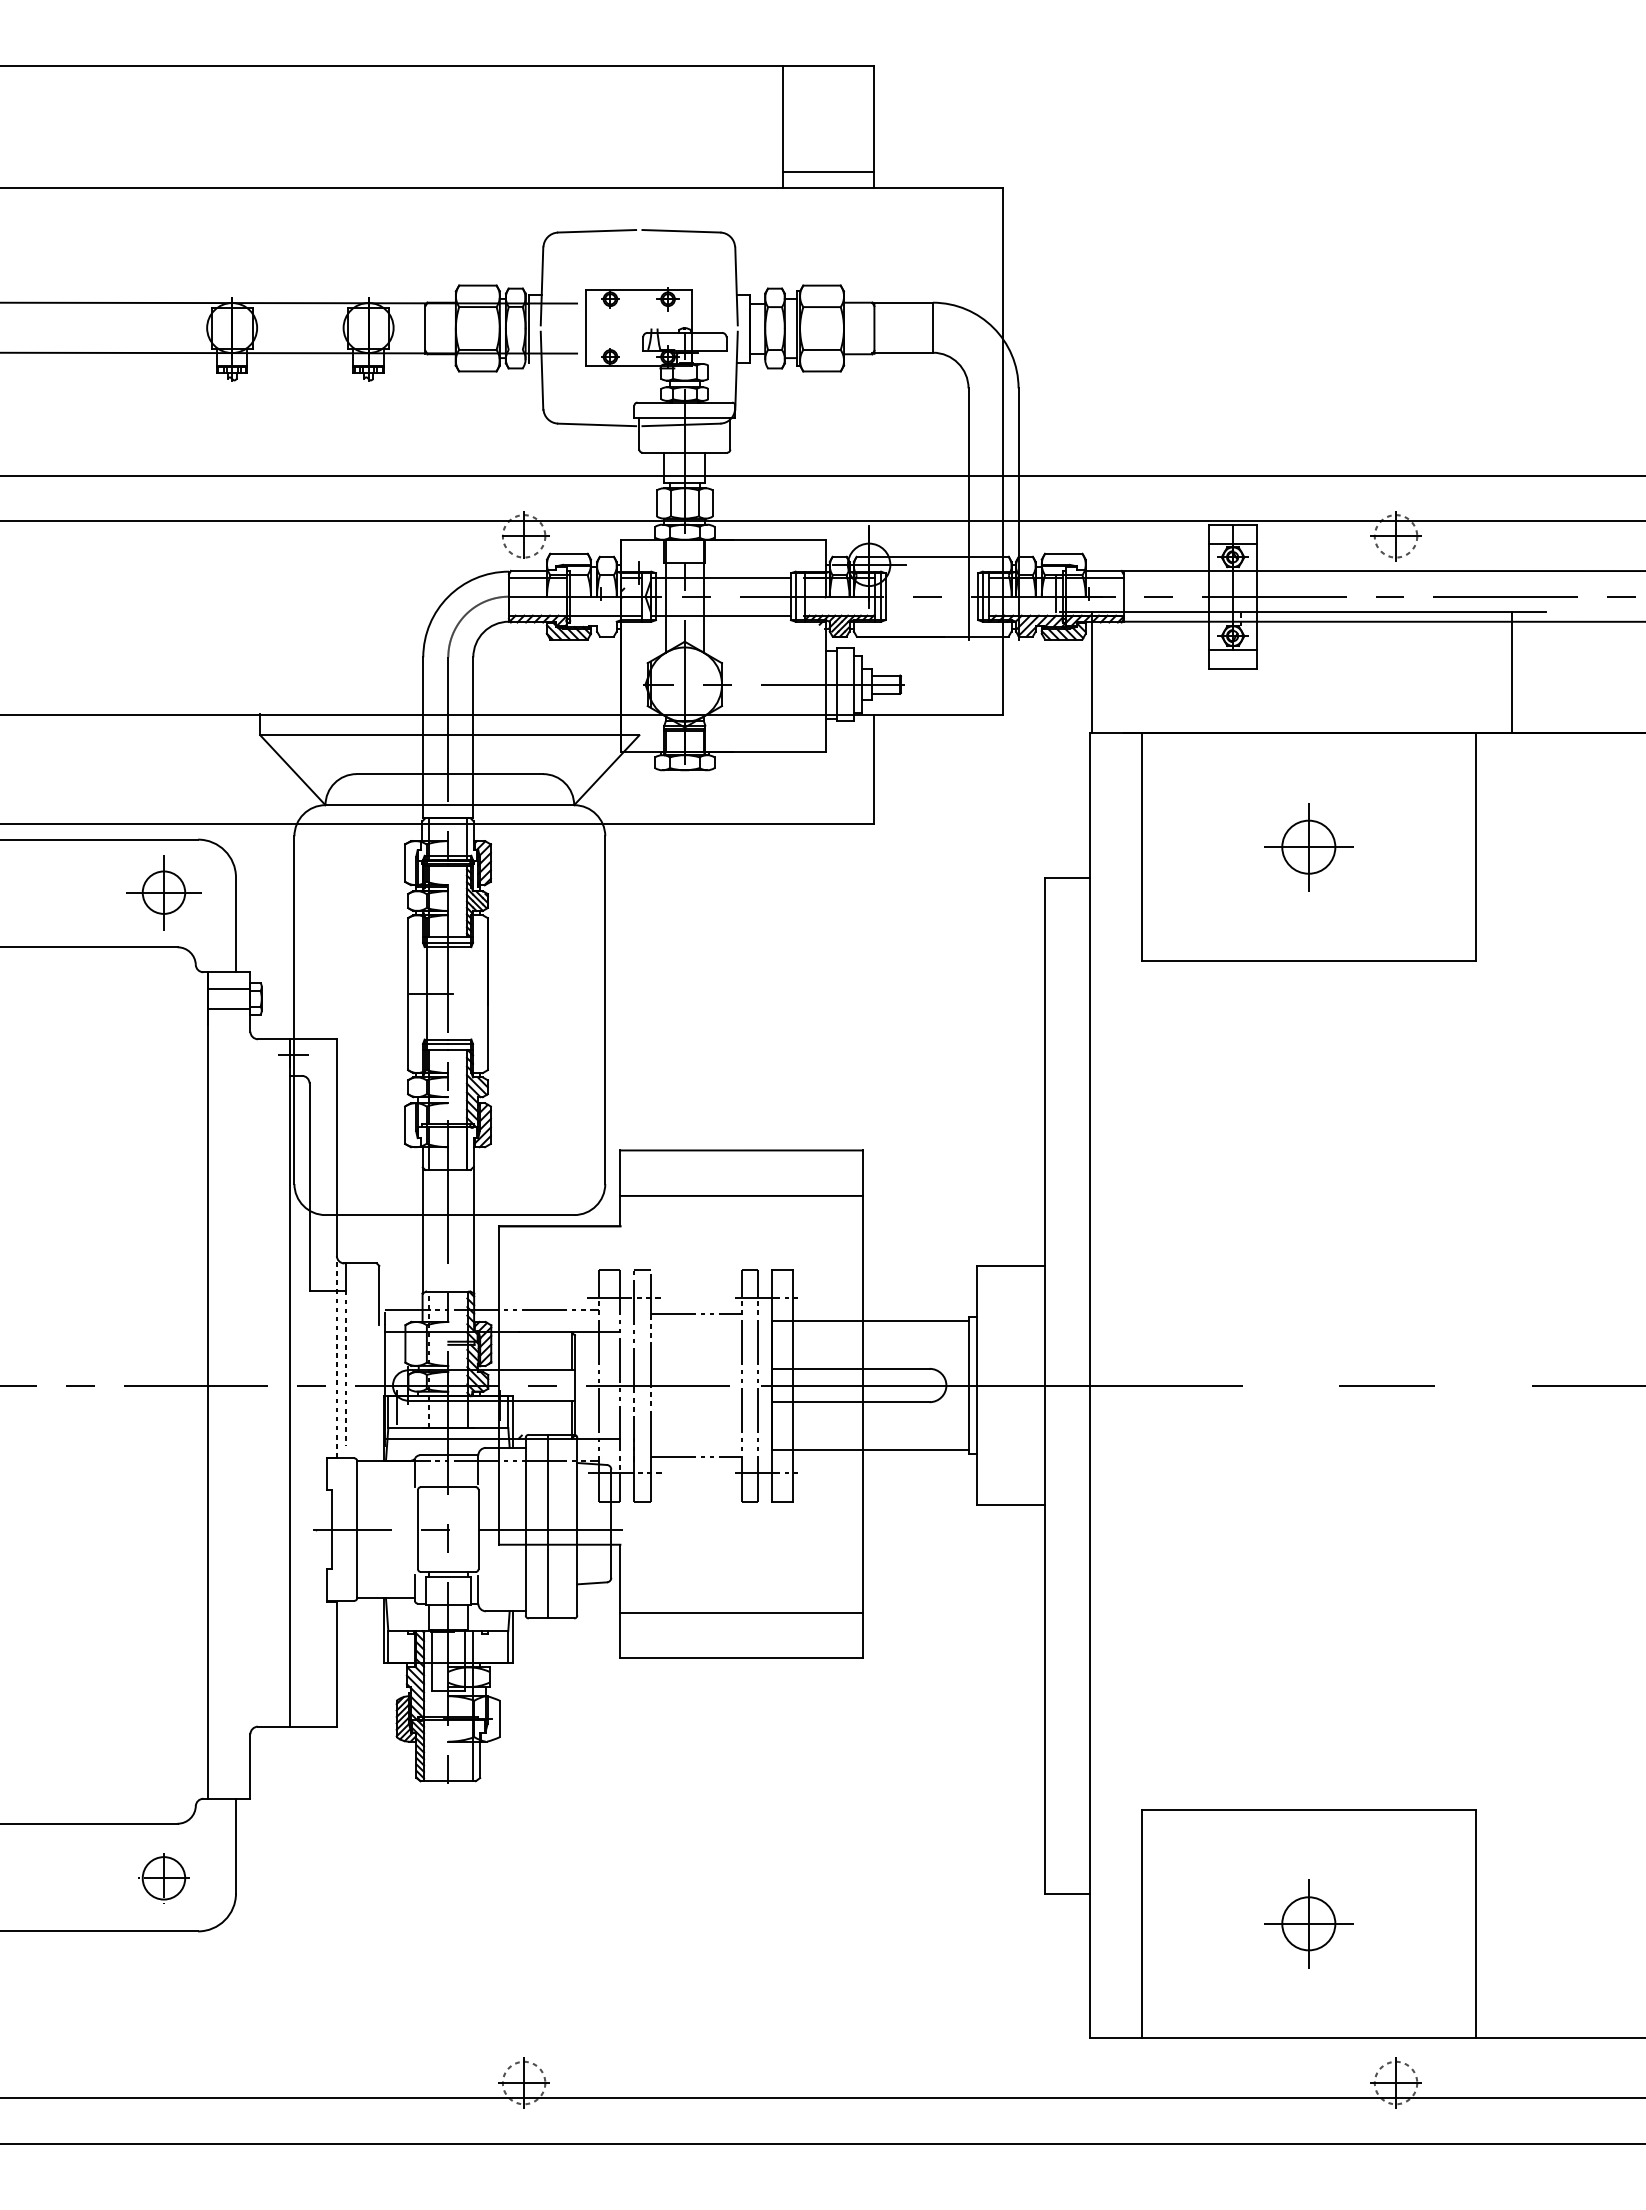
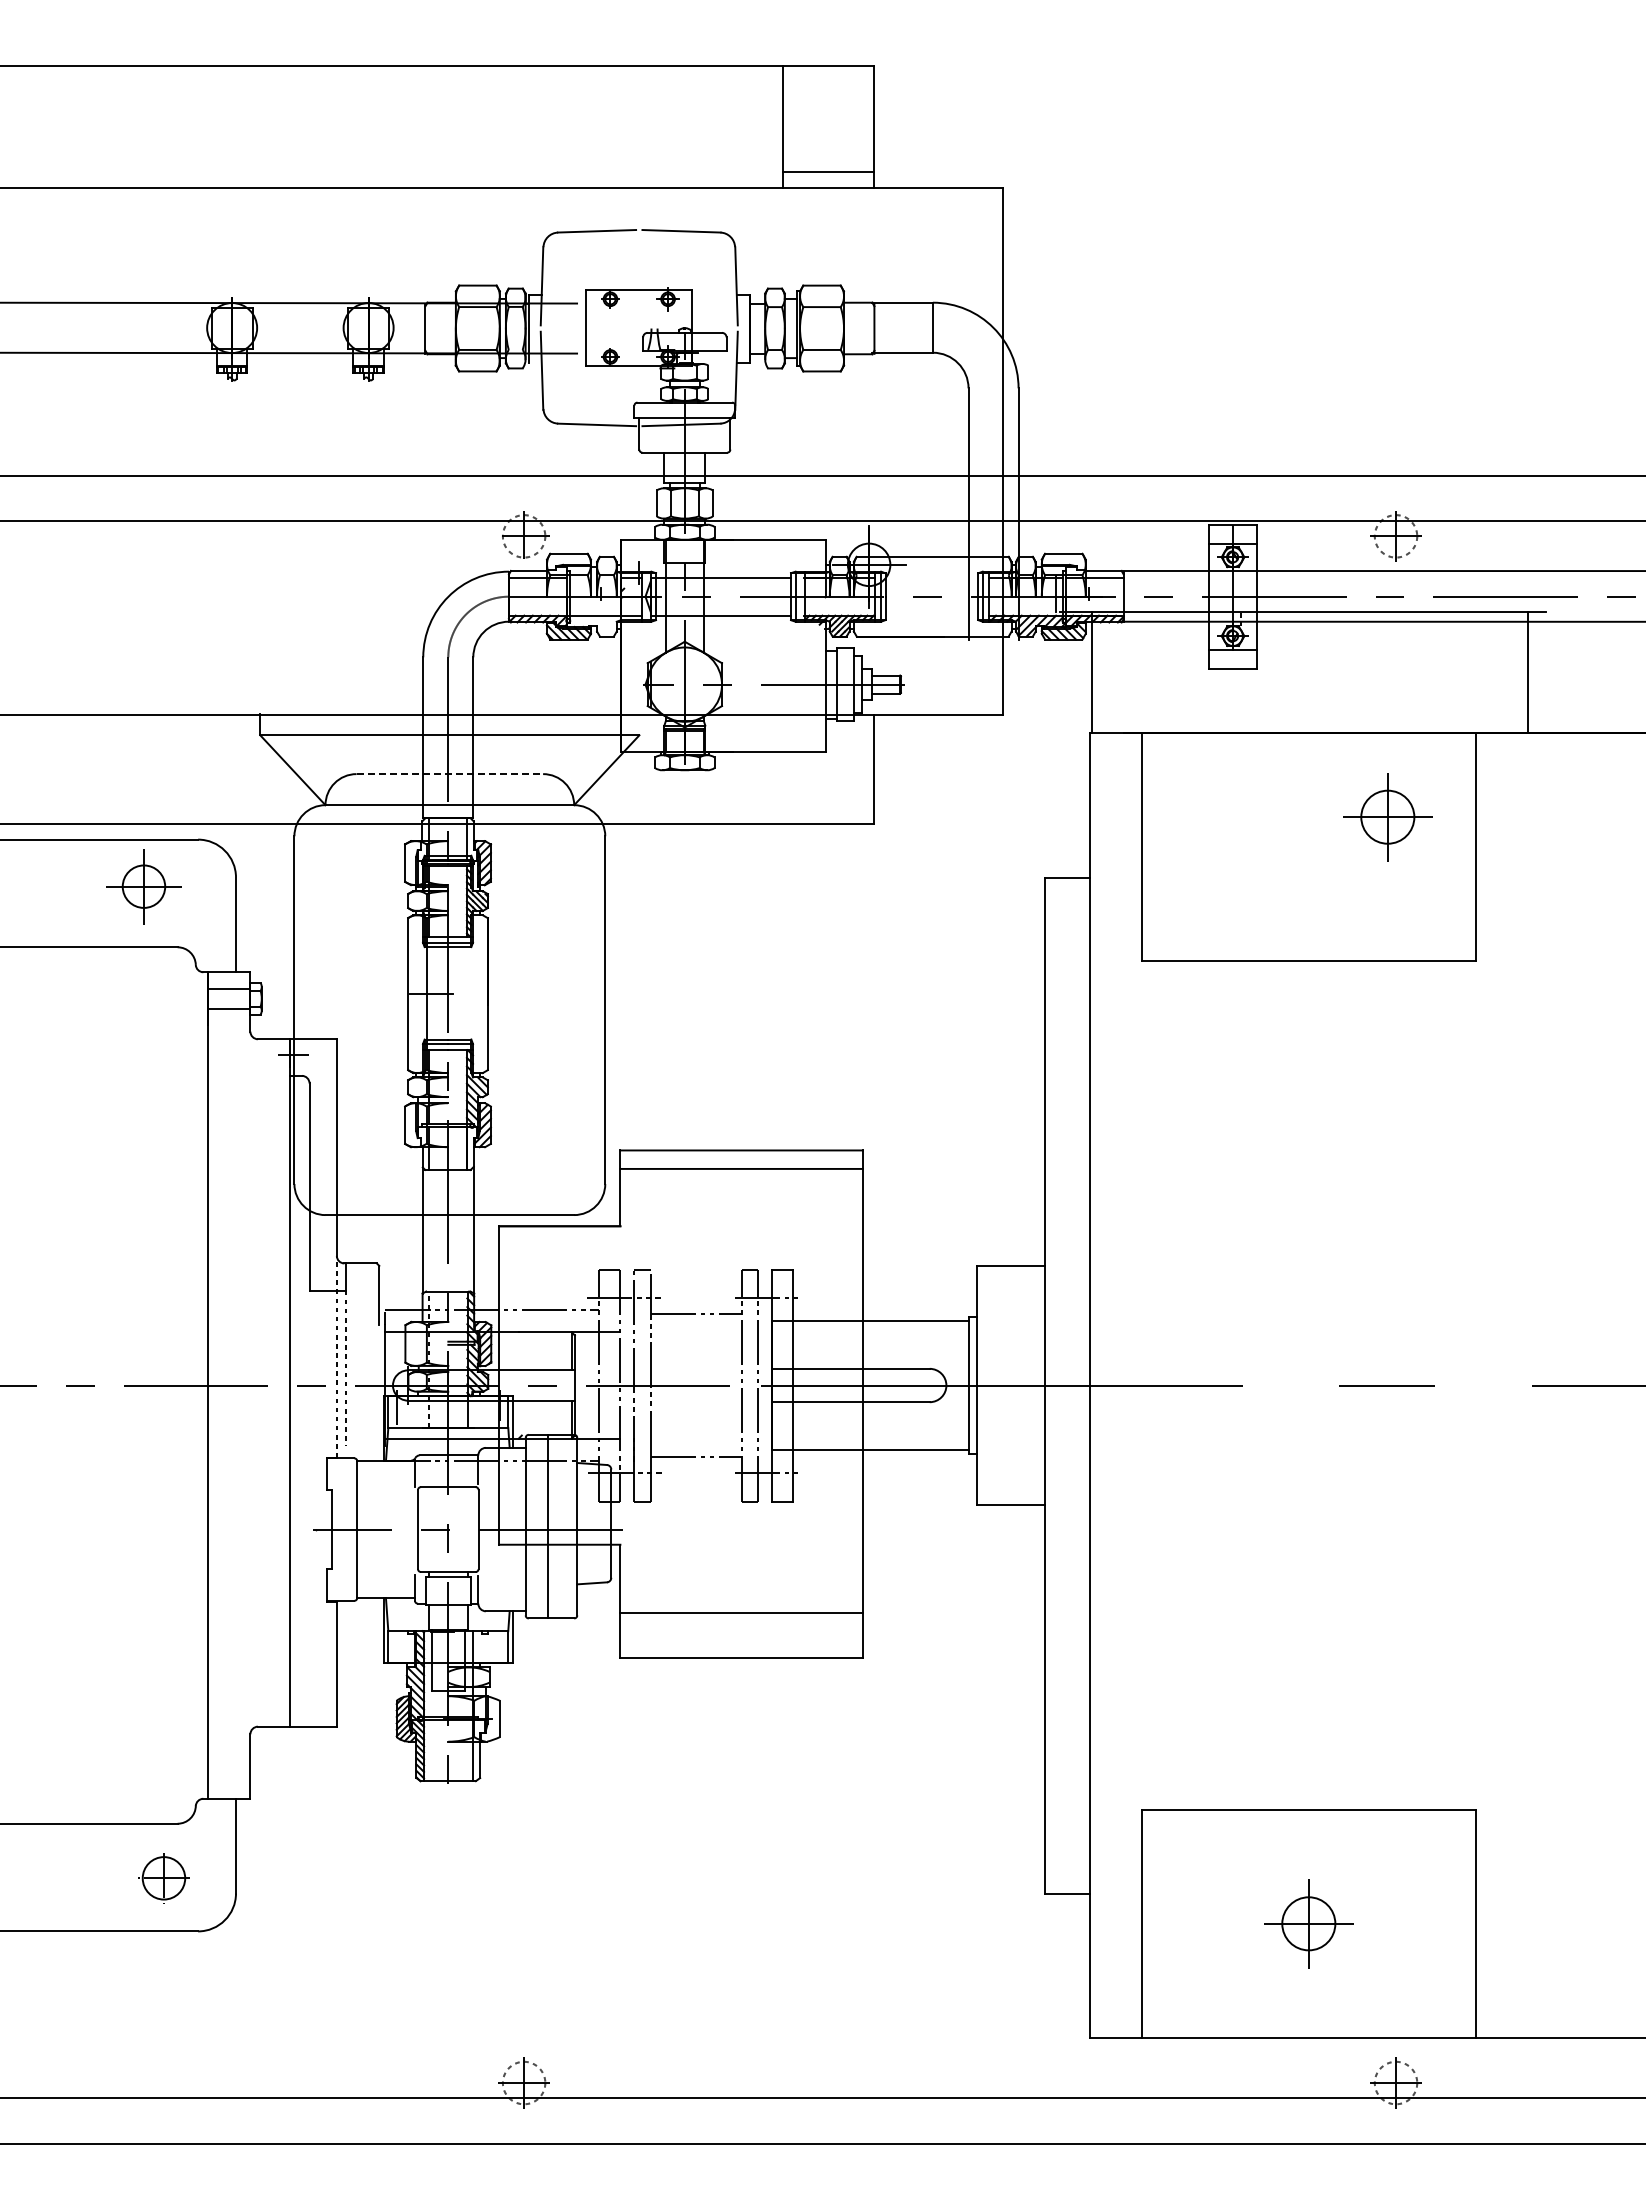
line at (1511, 672) position: (1511, 672) -> (1527, 672)
line at (450, 774): solid -> dashed
part at (1308, 847) position: (1308, 847) -> (1387, 817)
part at (163, 892) position: (163, 892) -> (143, 886)
line at (741, 1195) position: (741, 1195) -> (741, 1168)
